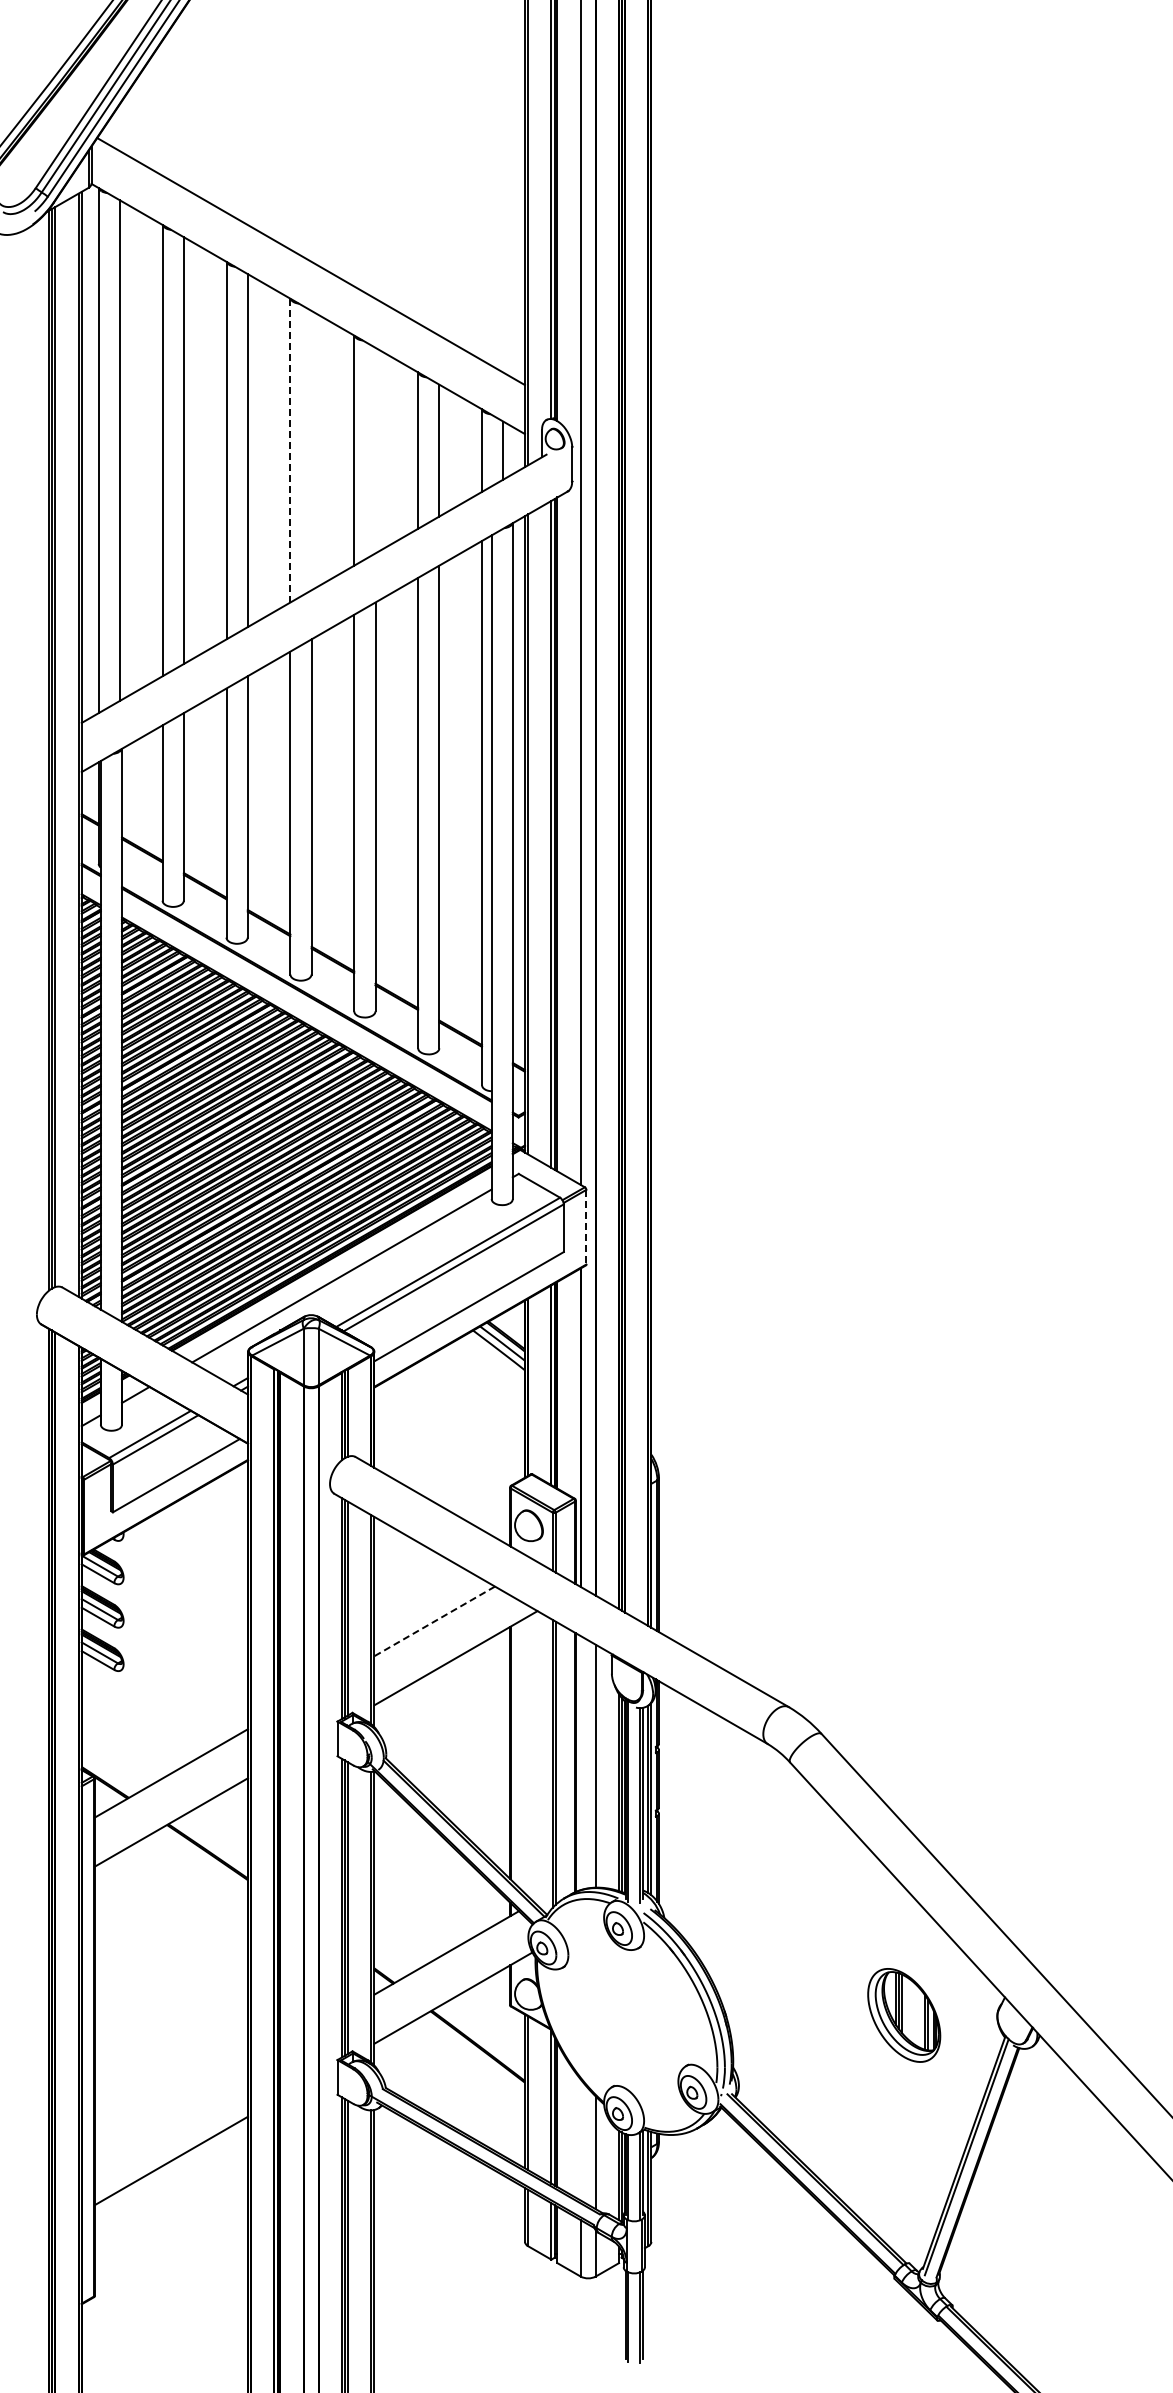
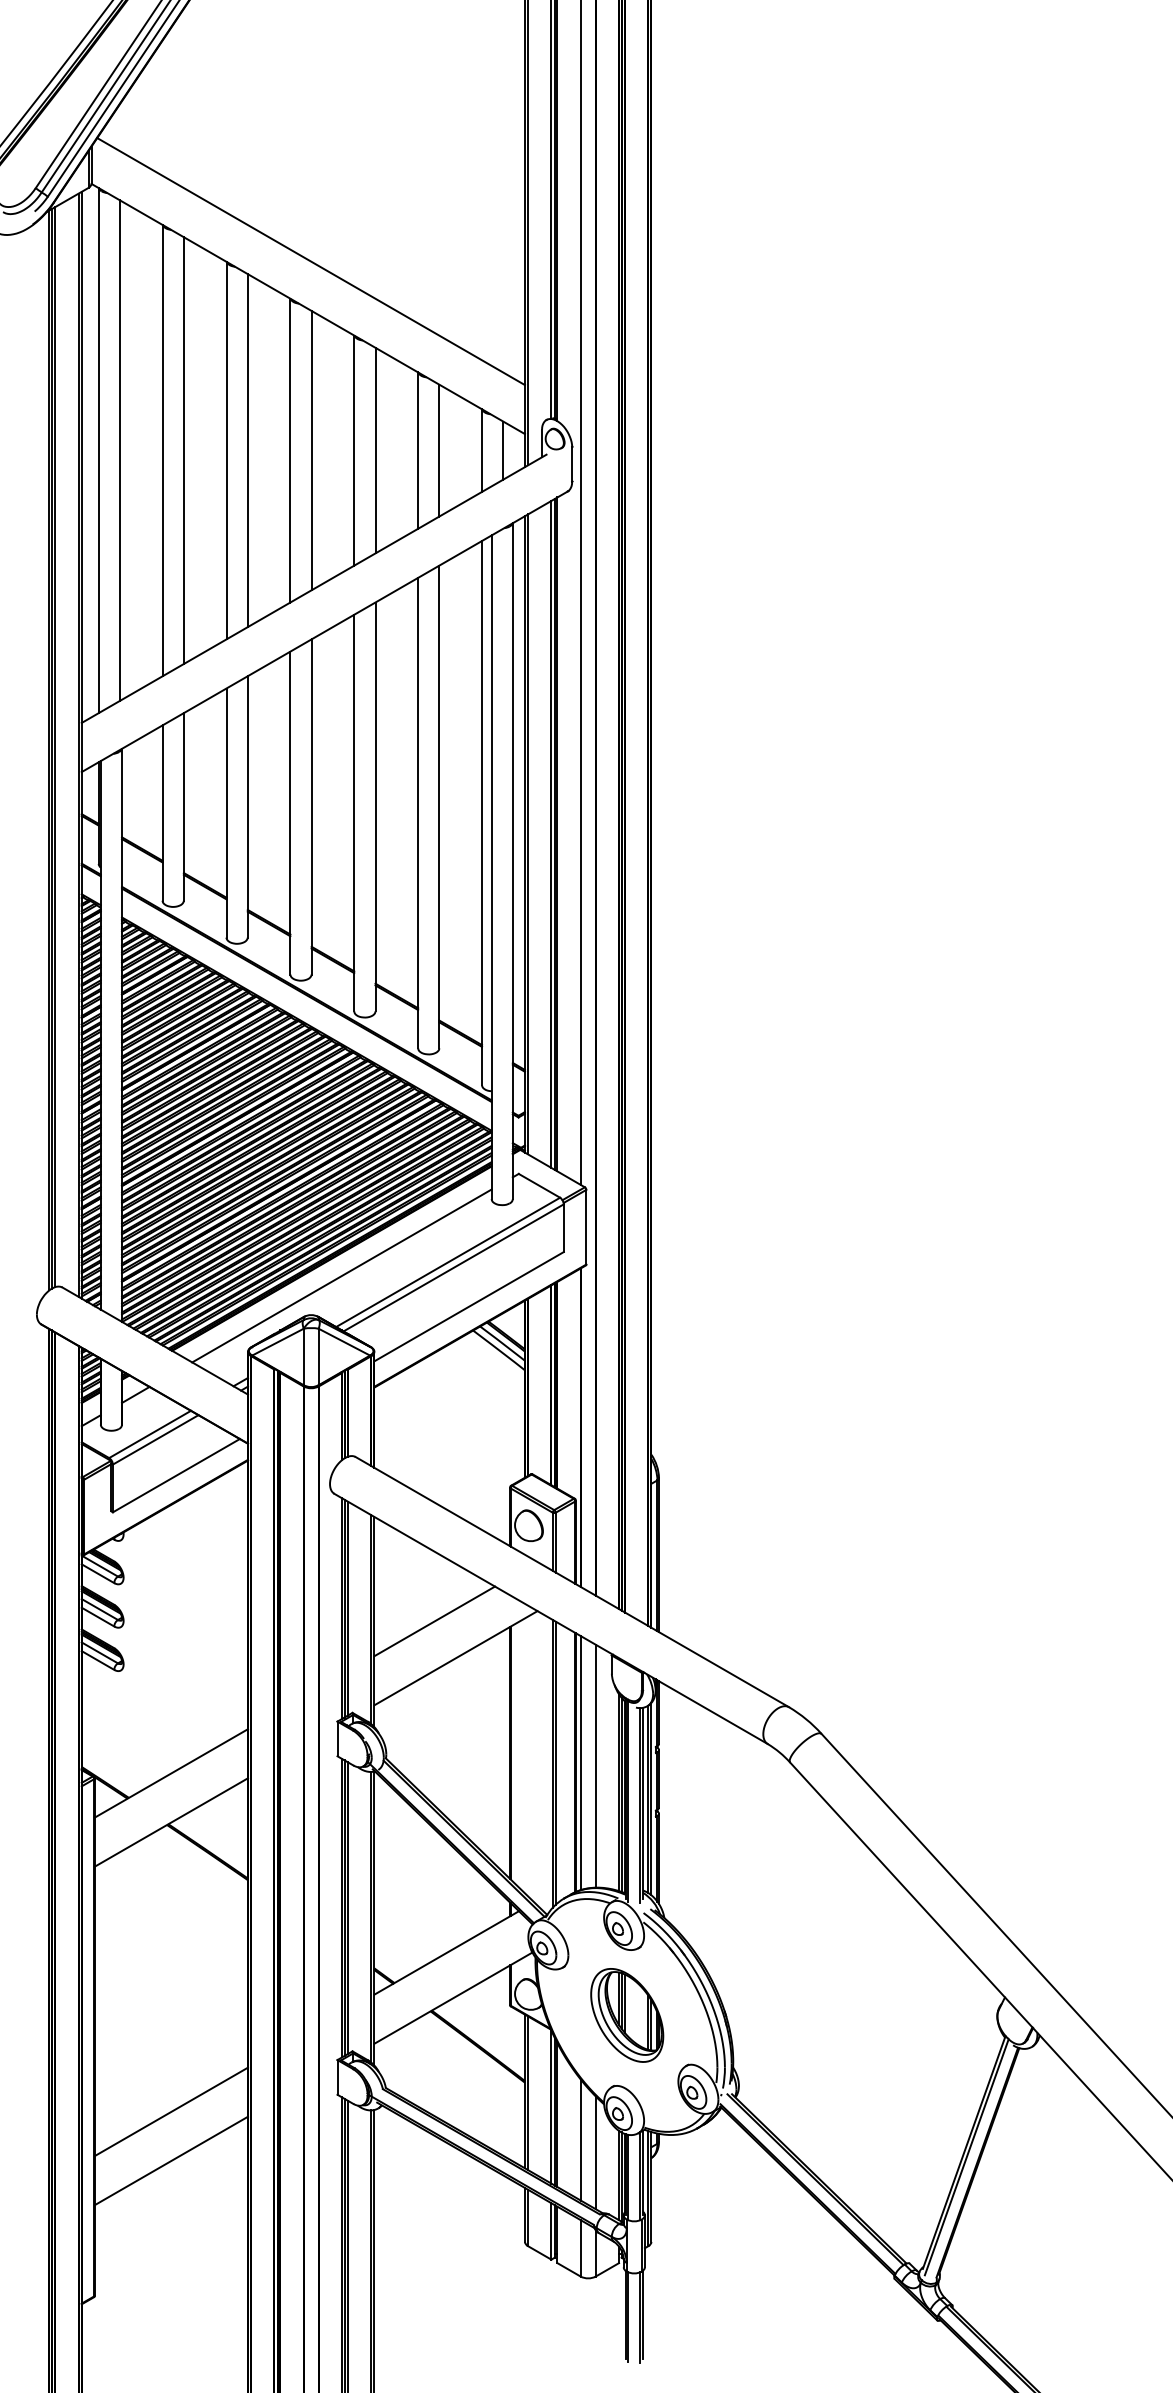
line at (290, 450): dashed -> solid
line at (311, 450): none -> present
line at (375, 450): none -> present
line at (586, 1227): dashed -> solid
line at (434, 1621): dashed -> solid
line at (580, 1763): none -> present
part at (904, 2015) position: (904, 2015) -> (627, 2015)
line at (170, 2111): none -> present
line at (580, 2139): none -> present
